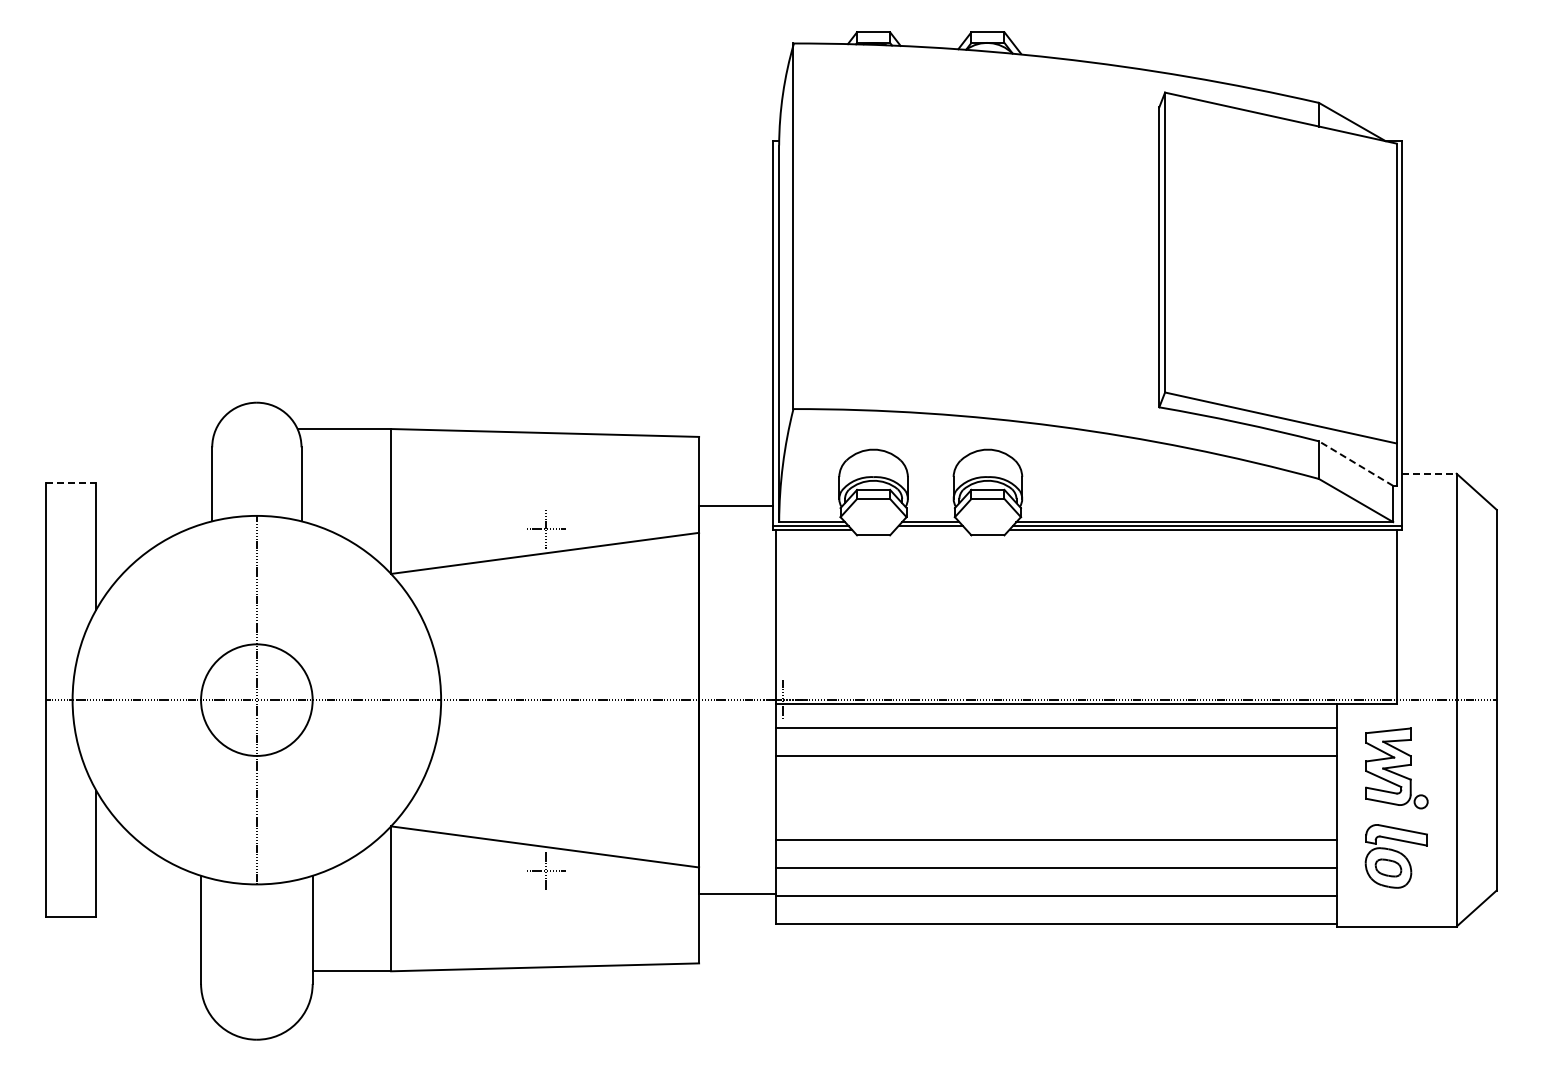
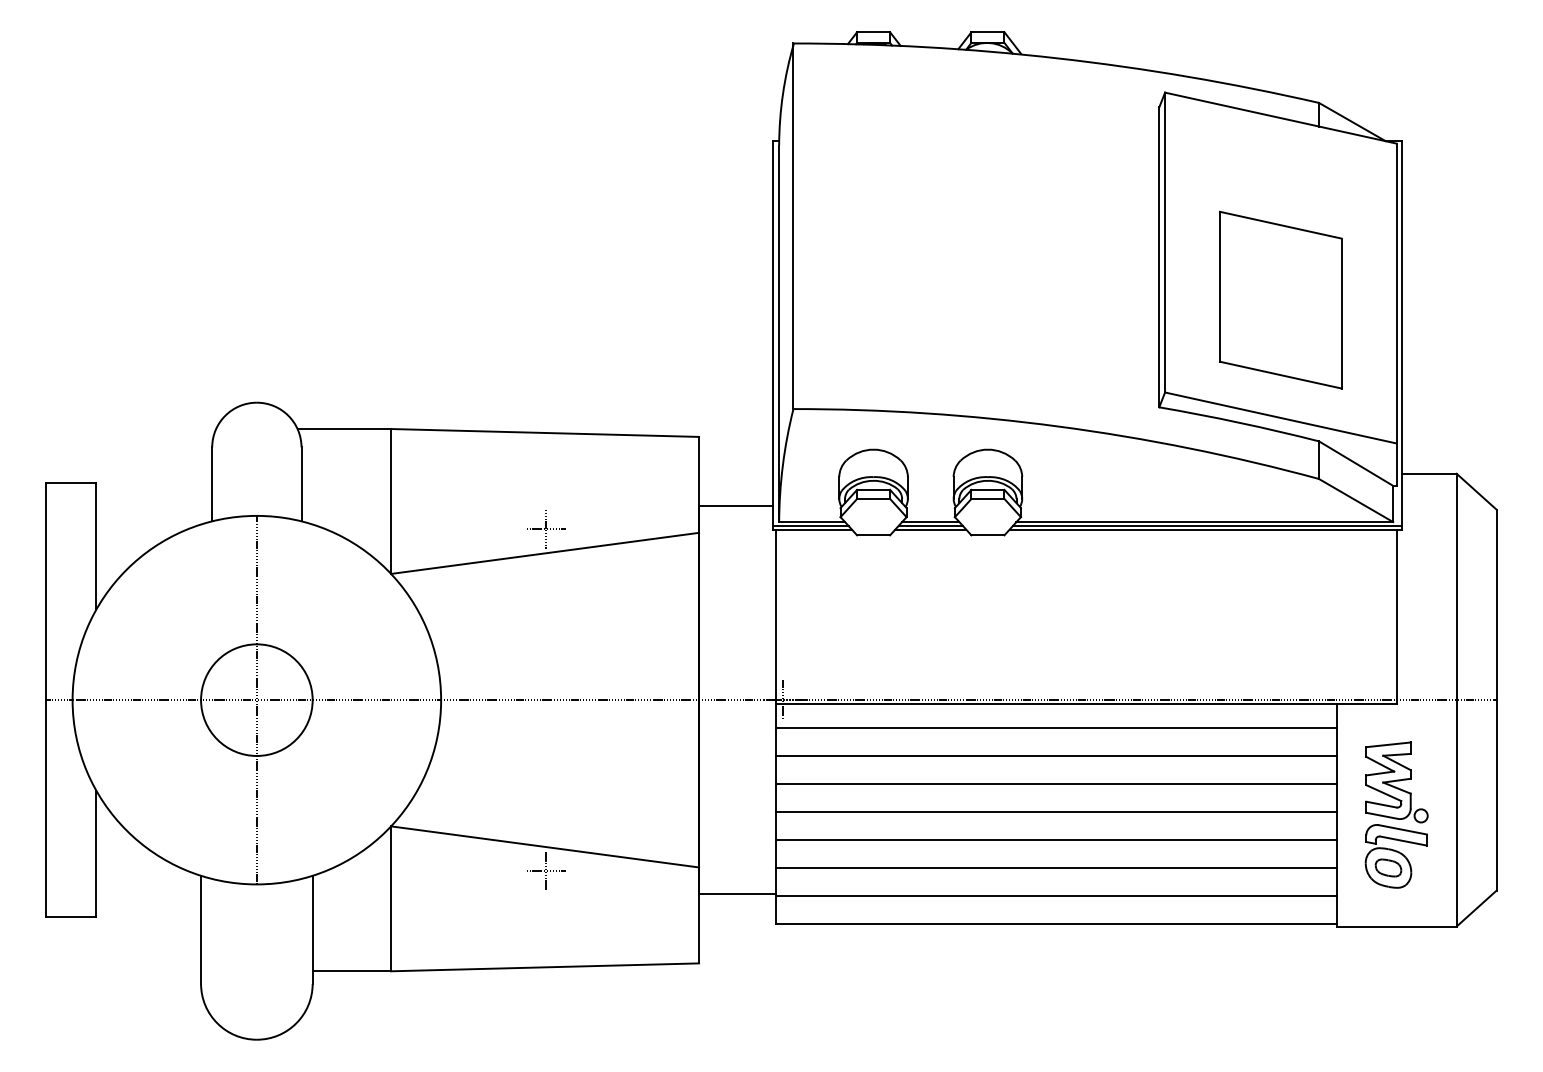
part at (1280, 299): none -> present
line at (1355, 463): dashed -> solid
line at (1430, 473): dashed -> solid
line at (71, 482): dashed -> solid
line at (930, 529): none -> present
part at (1396, 768) position: (1396, 768) -> (1396, 782)
line at (1056, 784): none -> present
line at (1056, 812): none -> present
